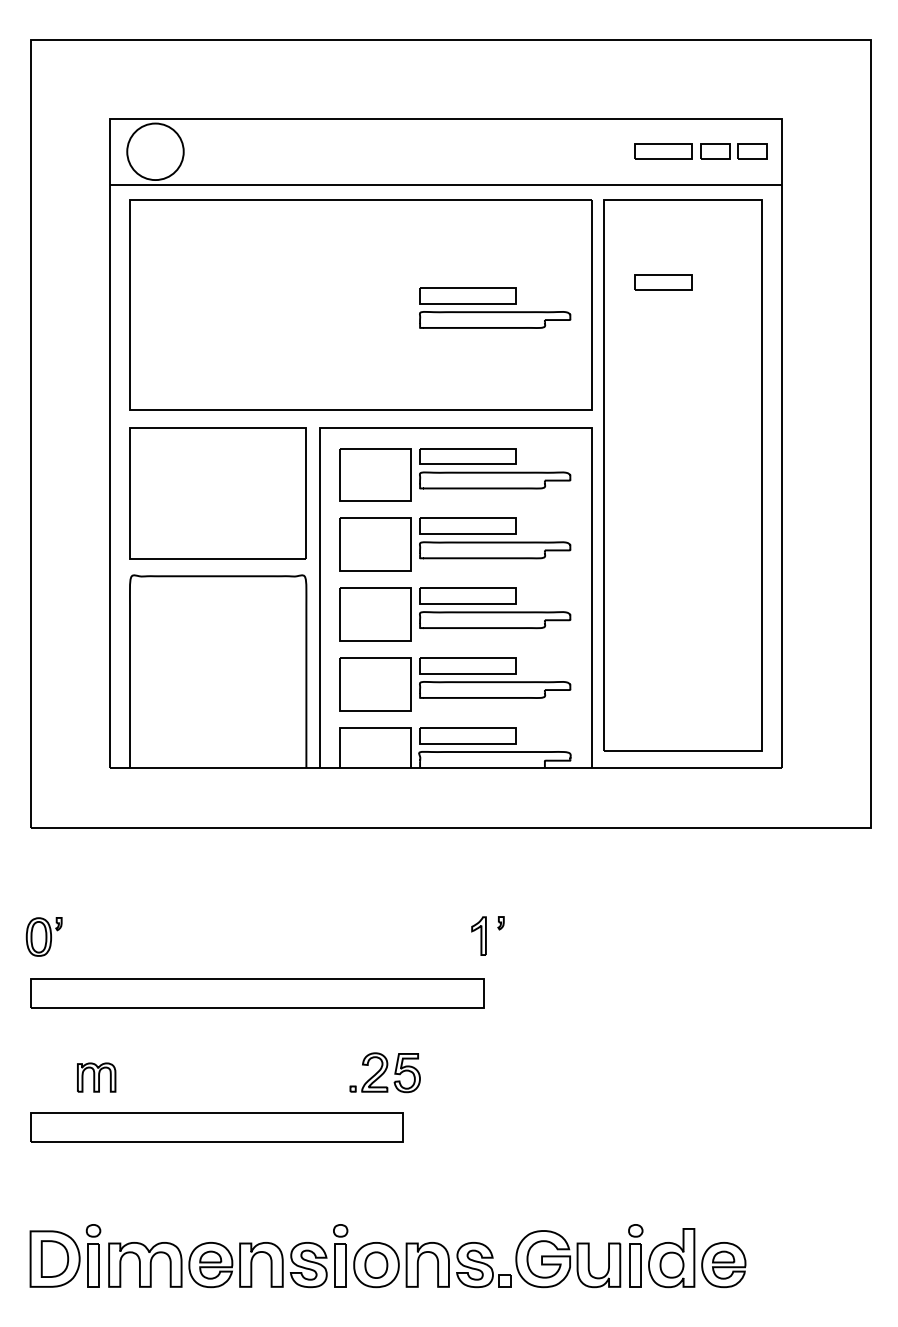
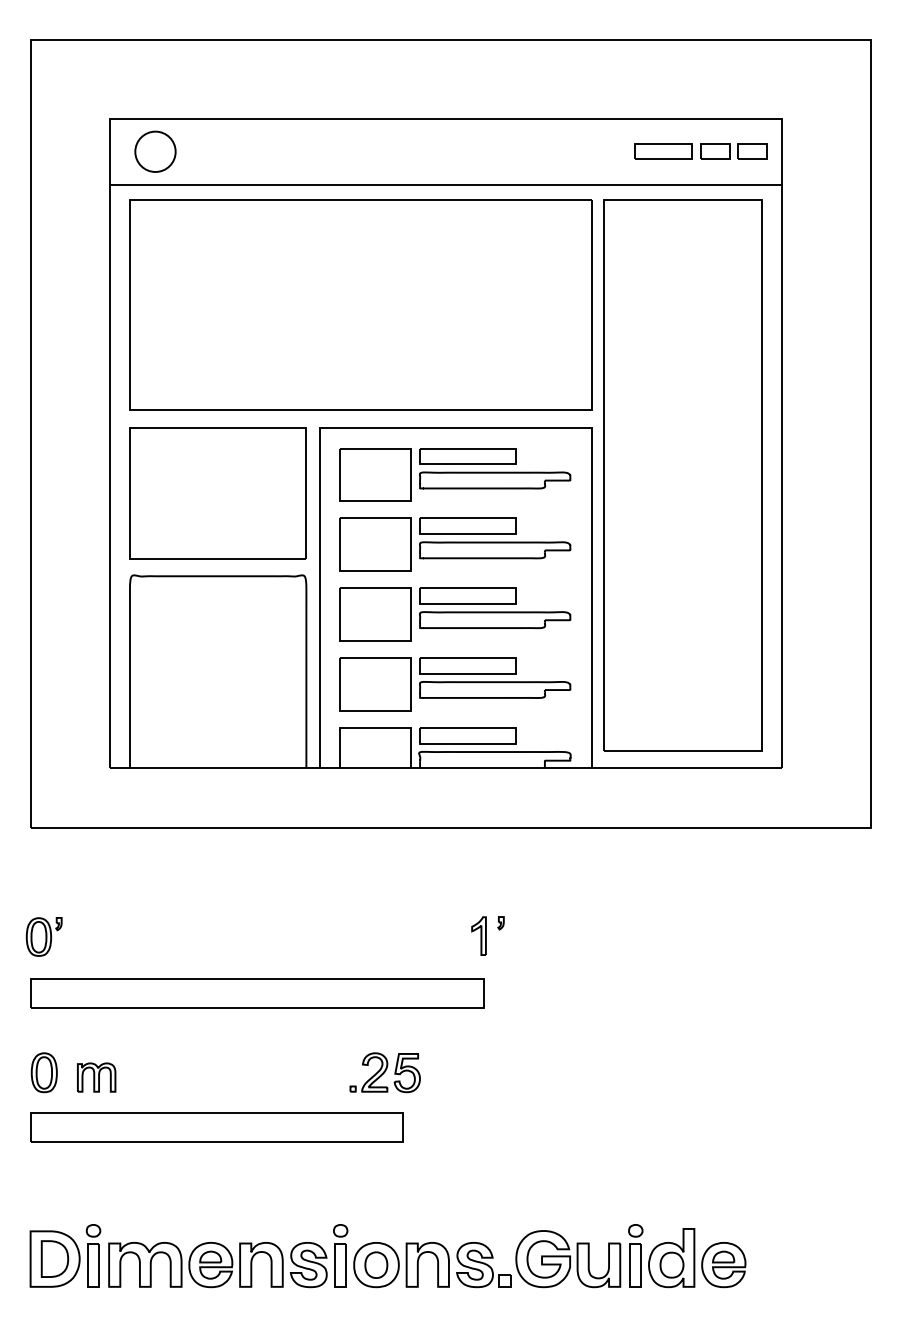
circle at (155, 151) diameter: 56 px -> 40 px
part at (663, 282): present -> none
part at (495, 307): present -> none
part at (43, 1072): none -> present
